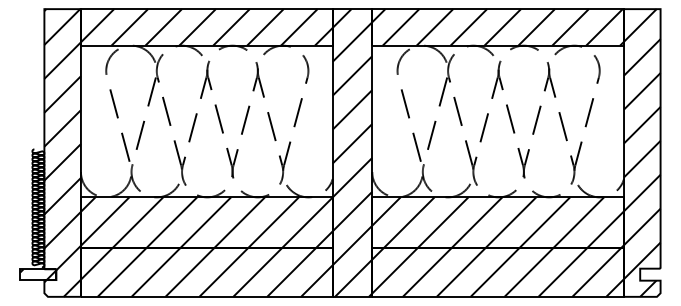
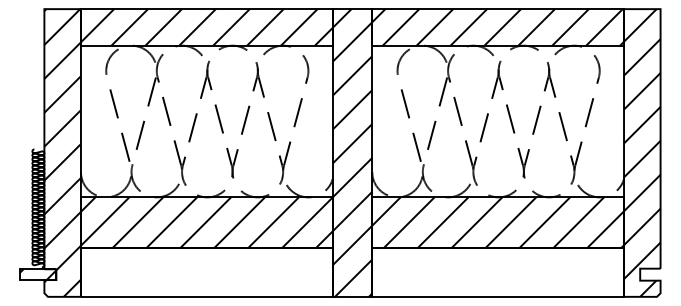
hatch at (206, 272): present -> none
hatch at (498, 272): present -> none
